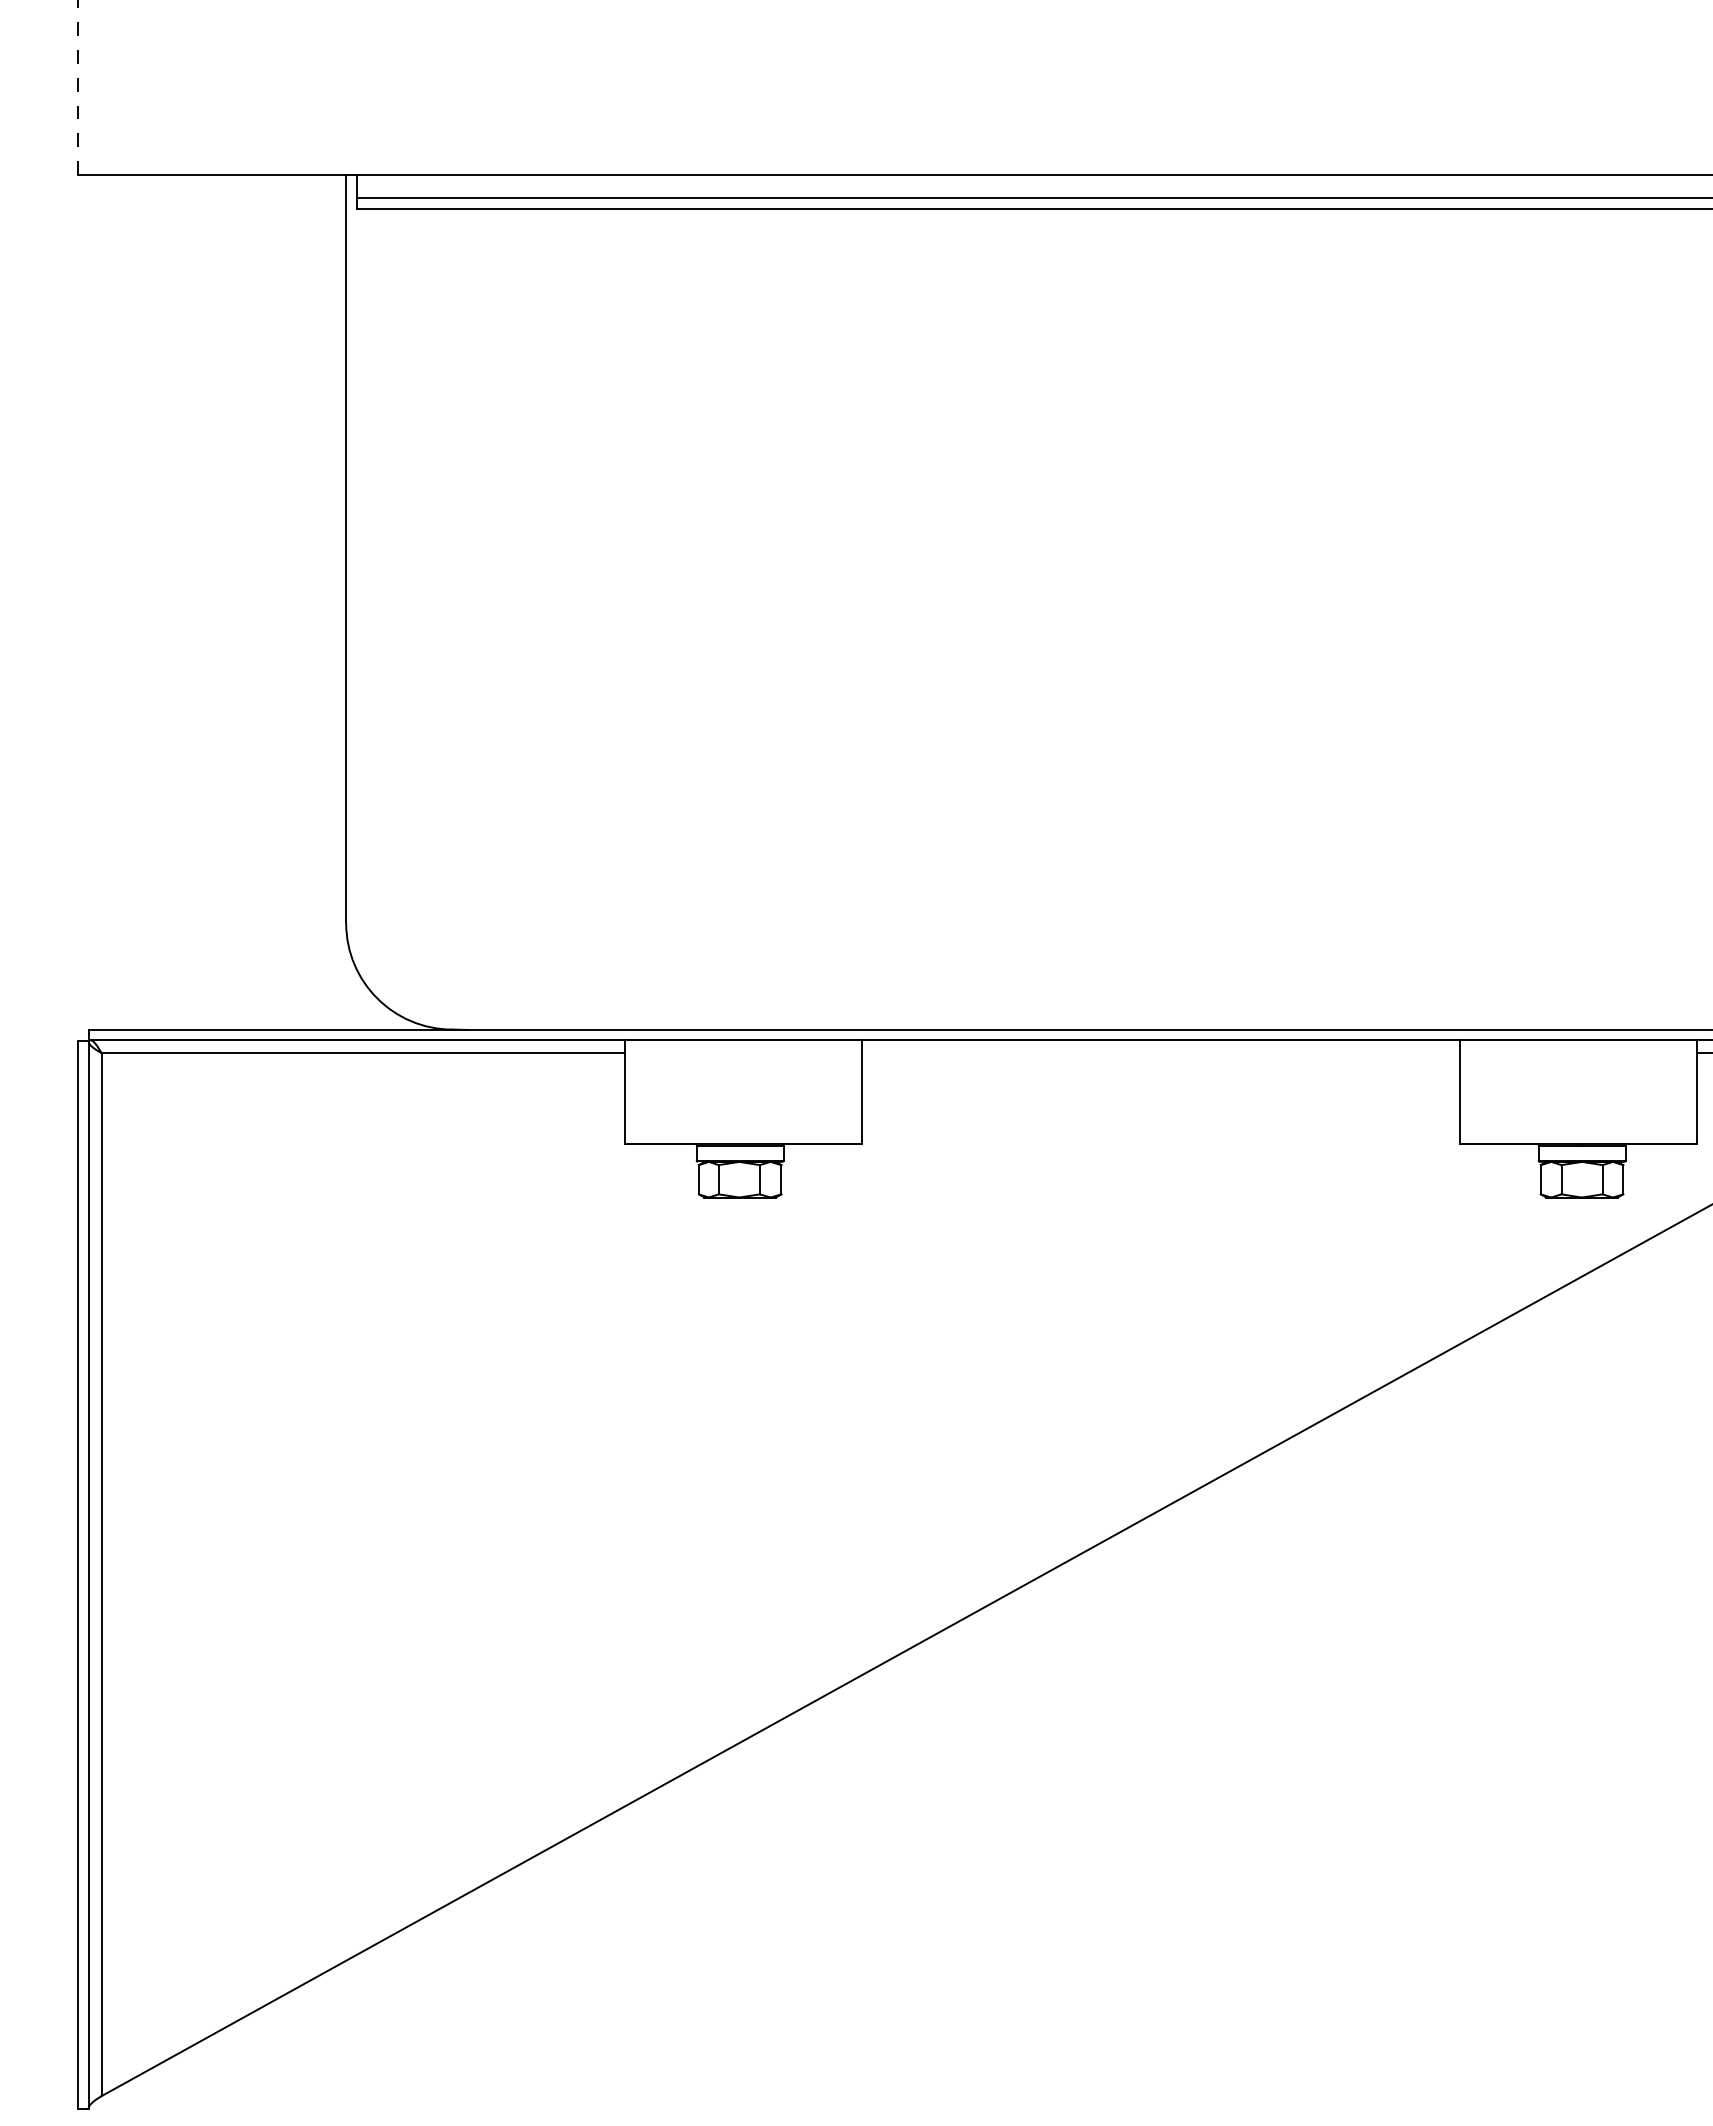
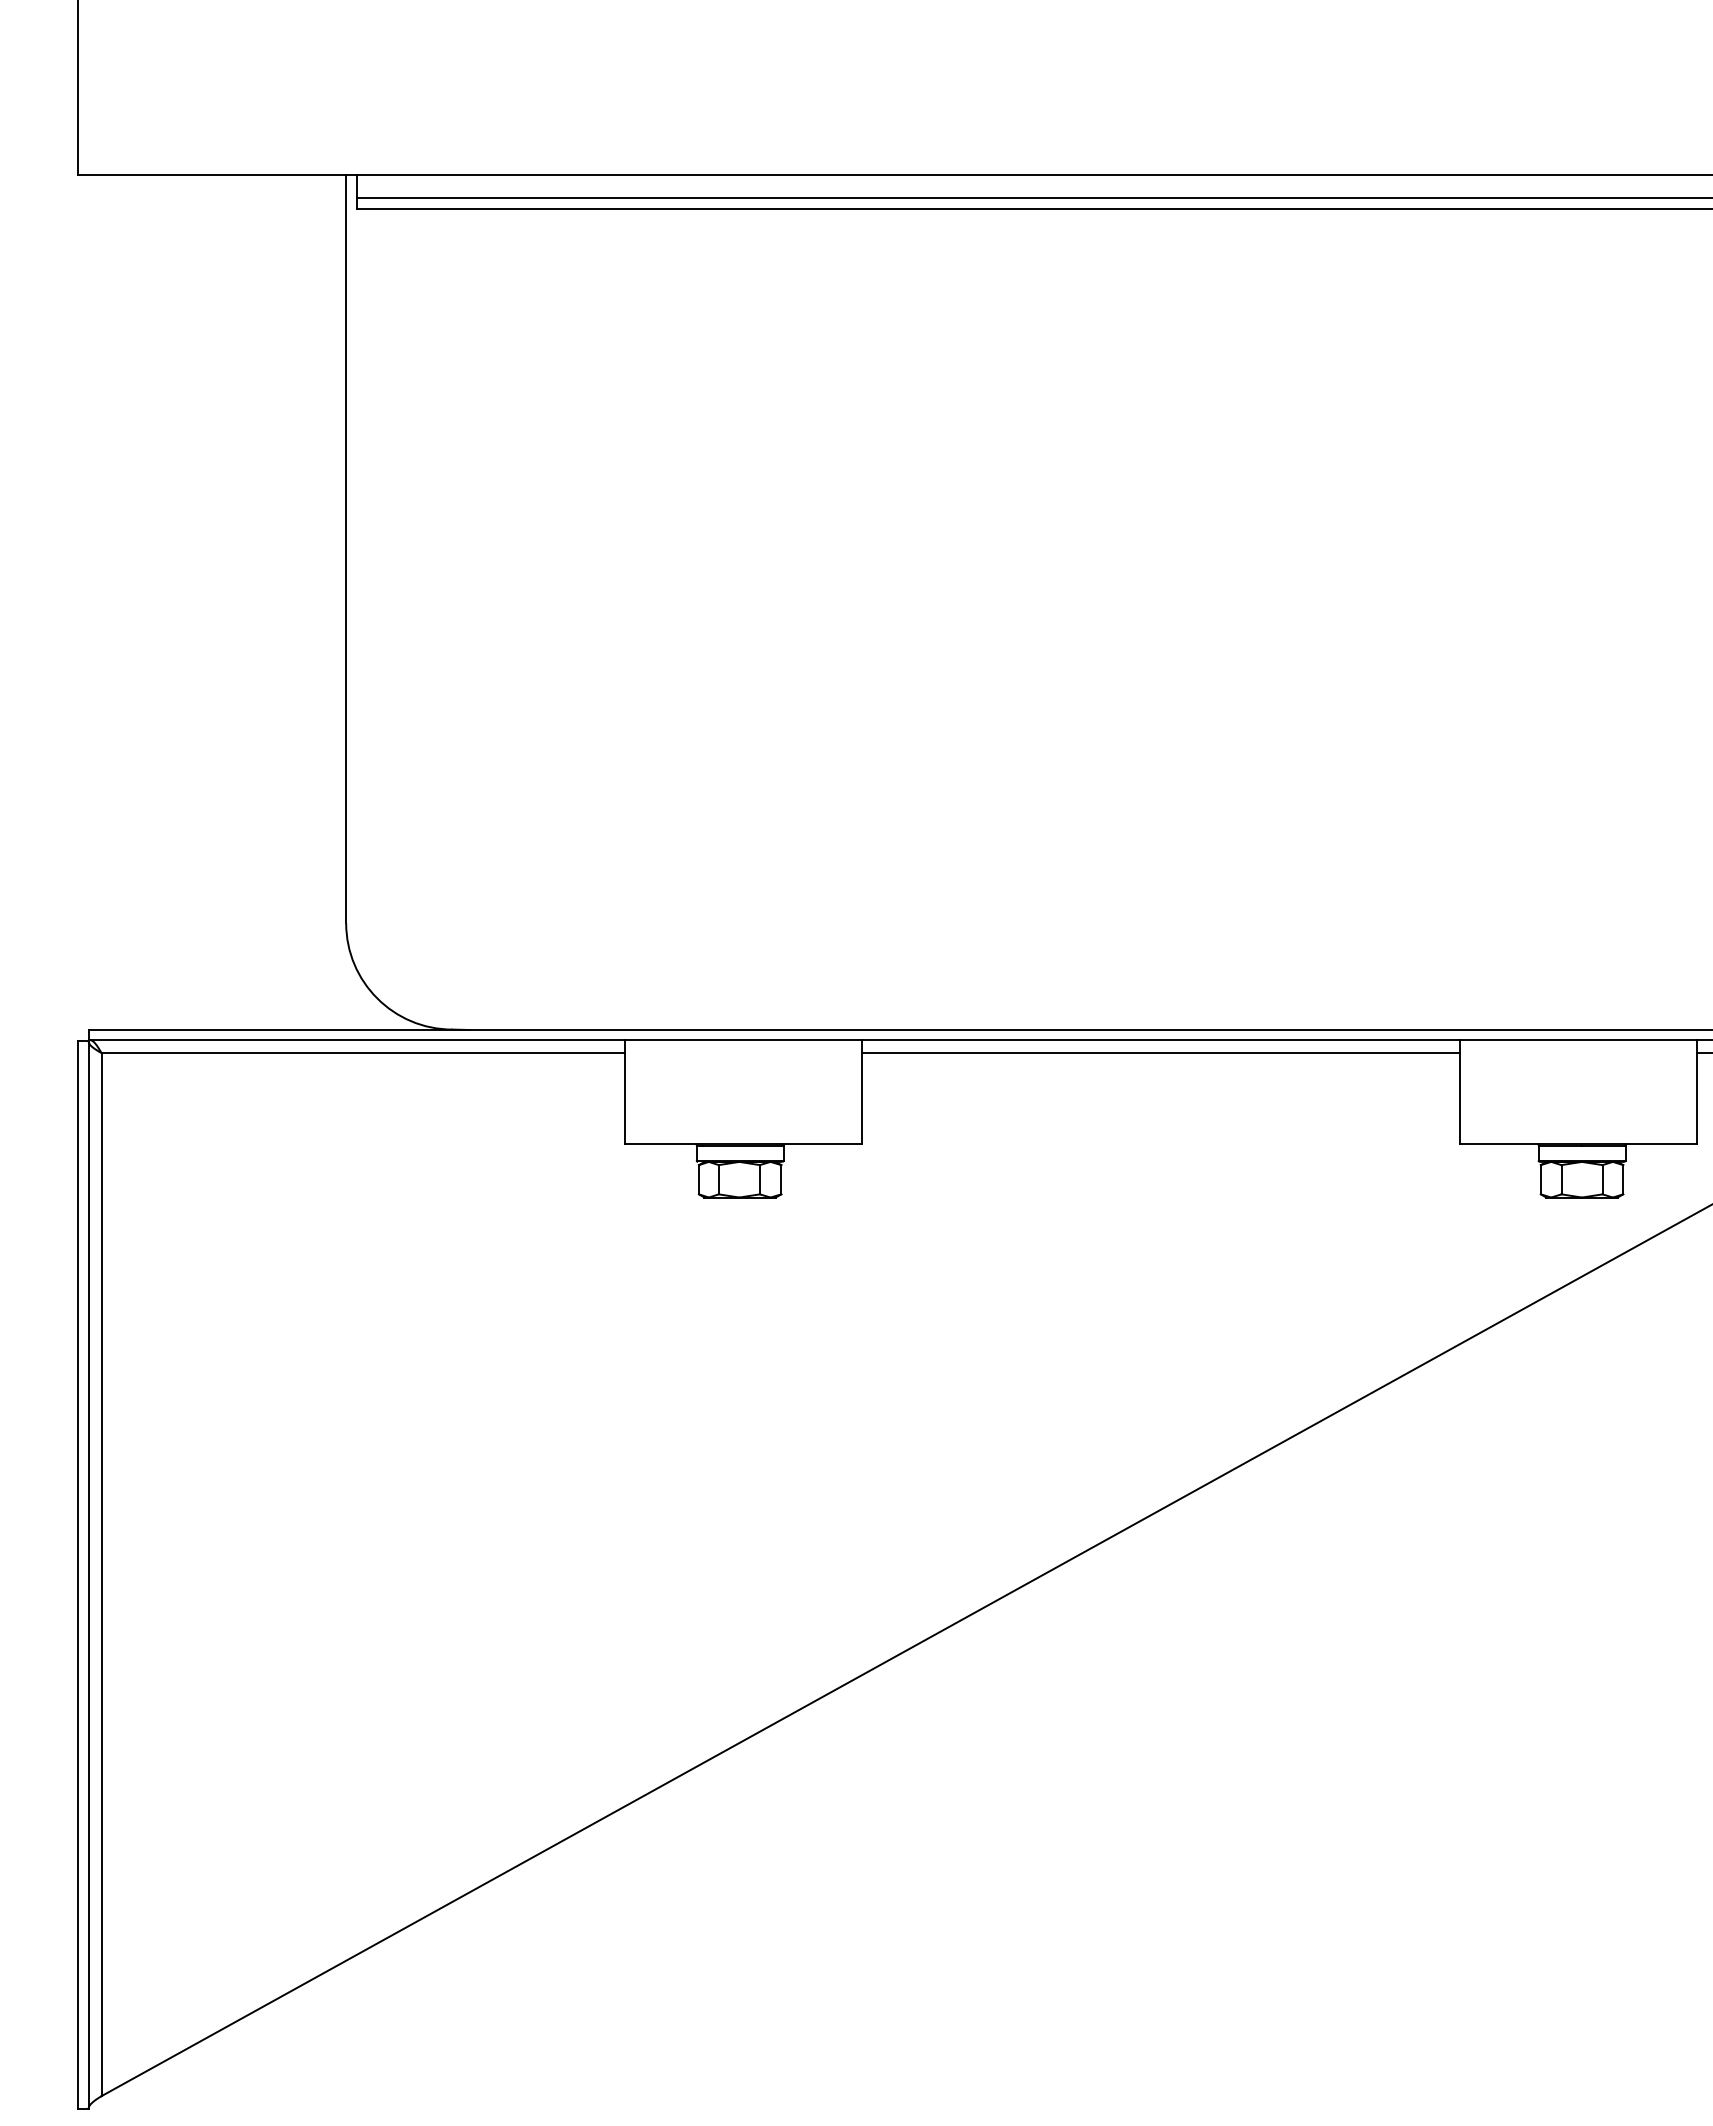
line at (78, 87): dashed -> solid
line at (1160, 1053): none -> present
